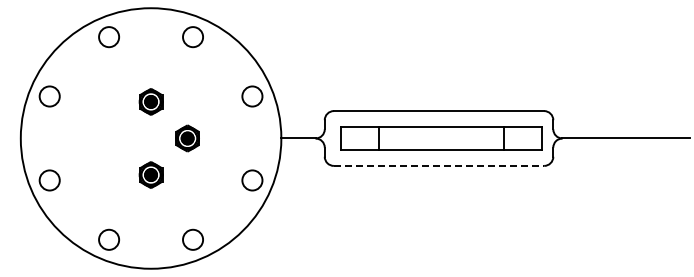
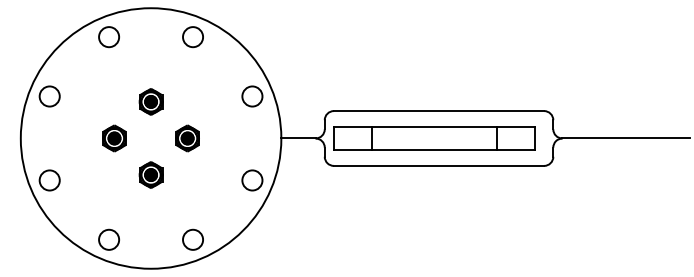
part at (114, 138): none -> present
part at (441, 138) position: (441, 138) -> (434, 138)
line at (439, 165): dashed -> solid
